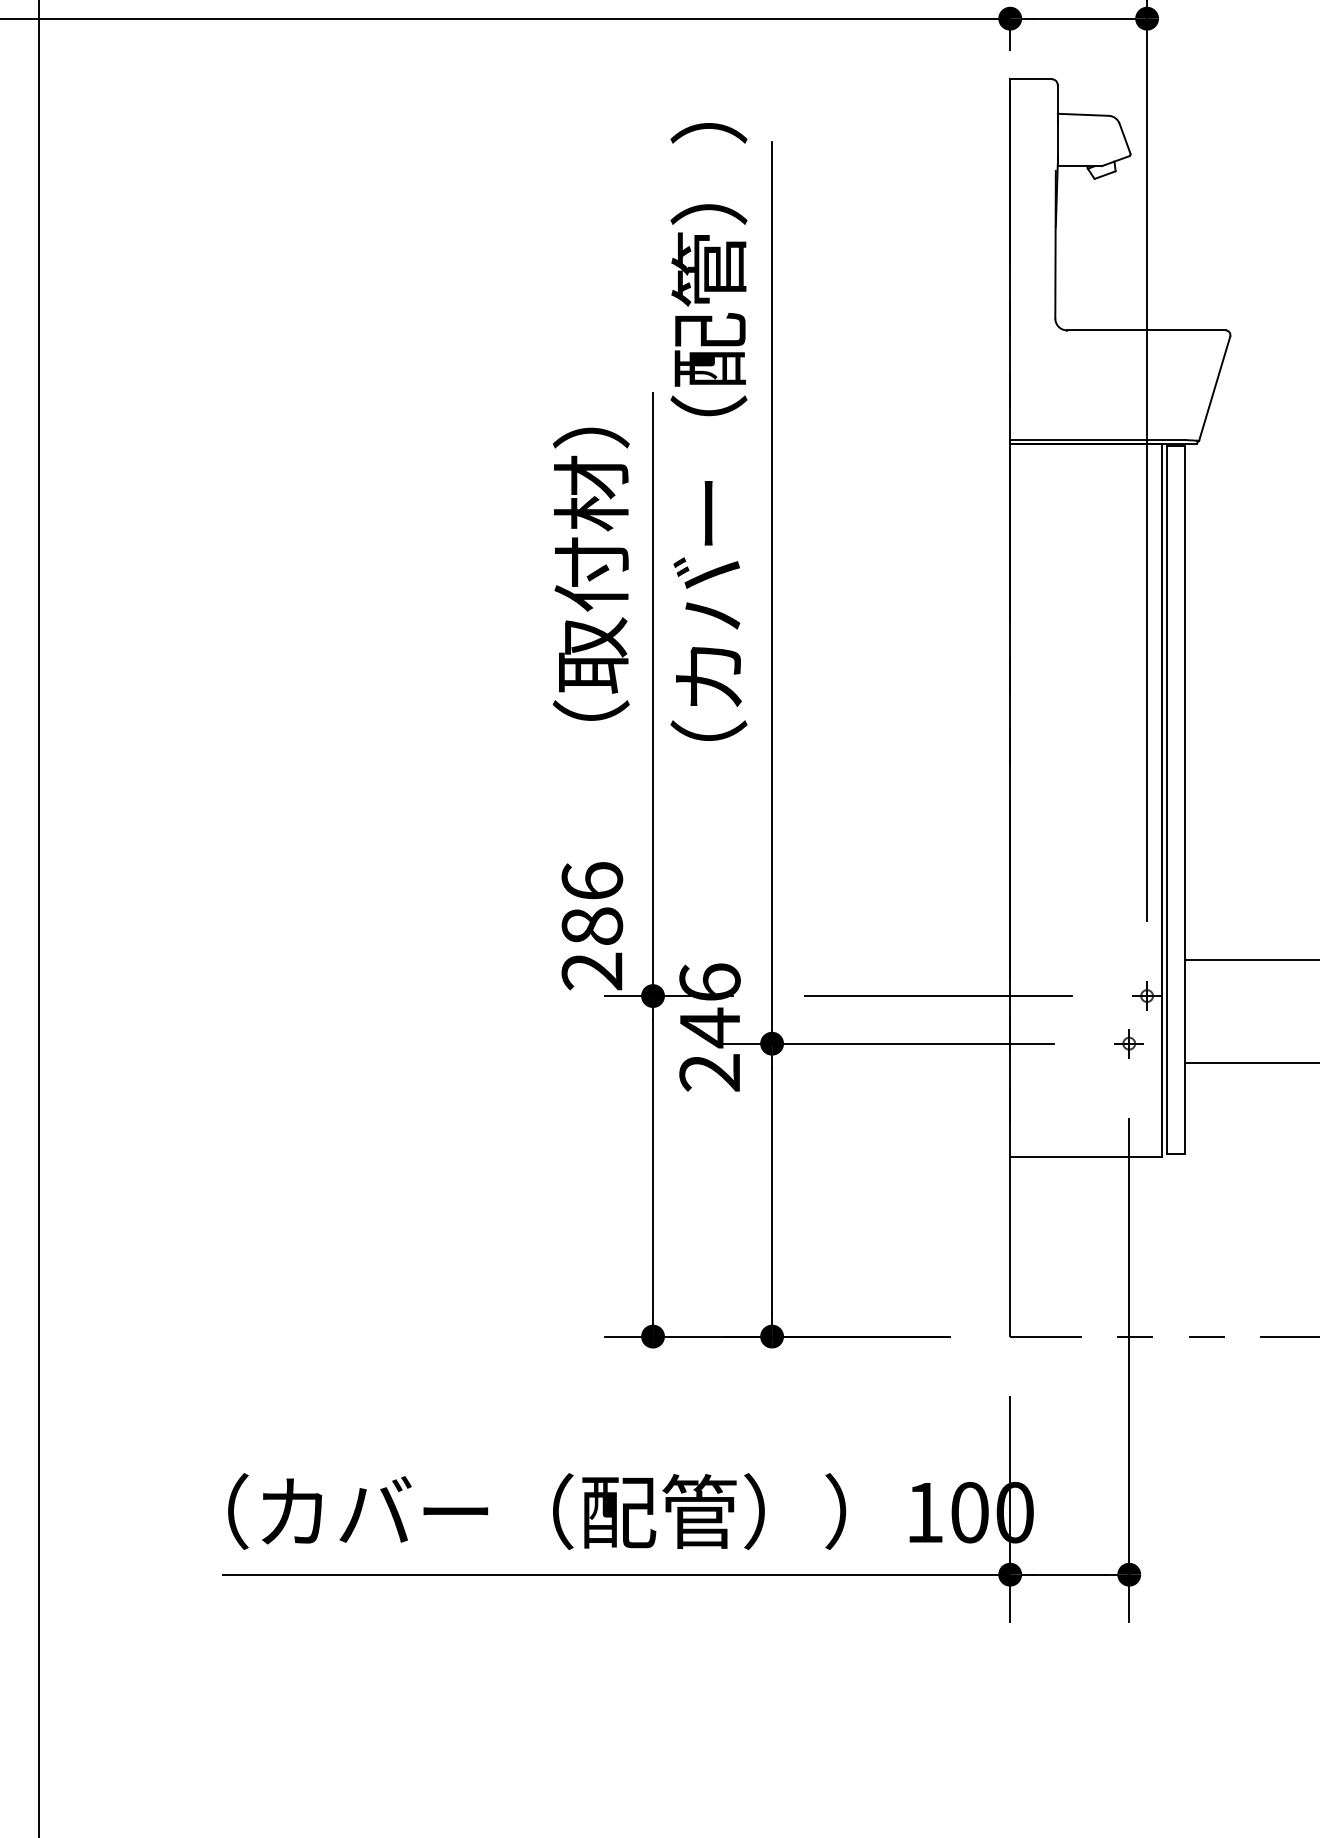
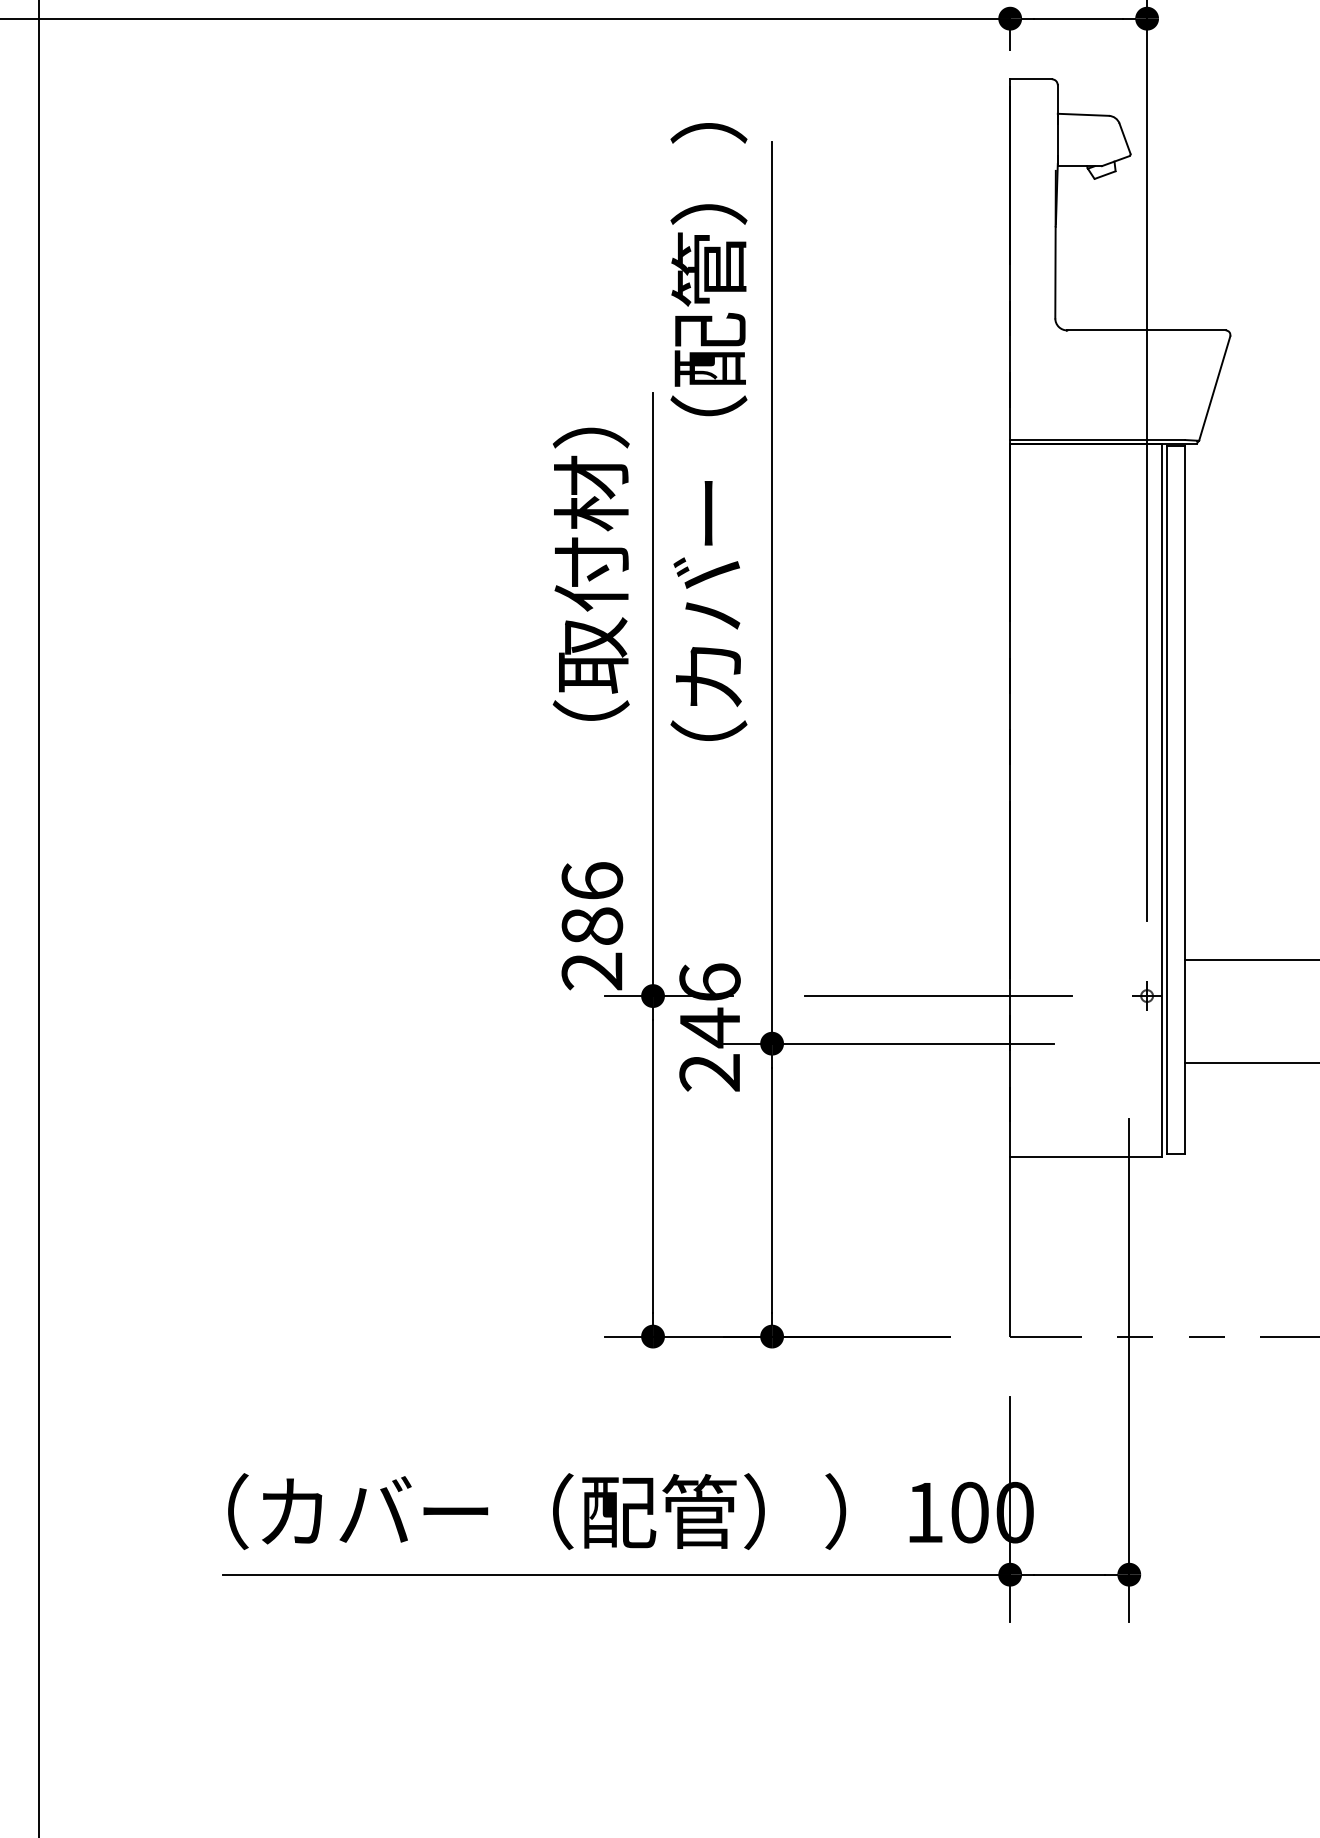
part at (1128, 1043): present -> none
